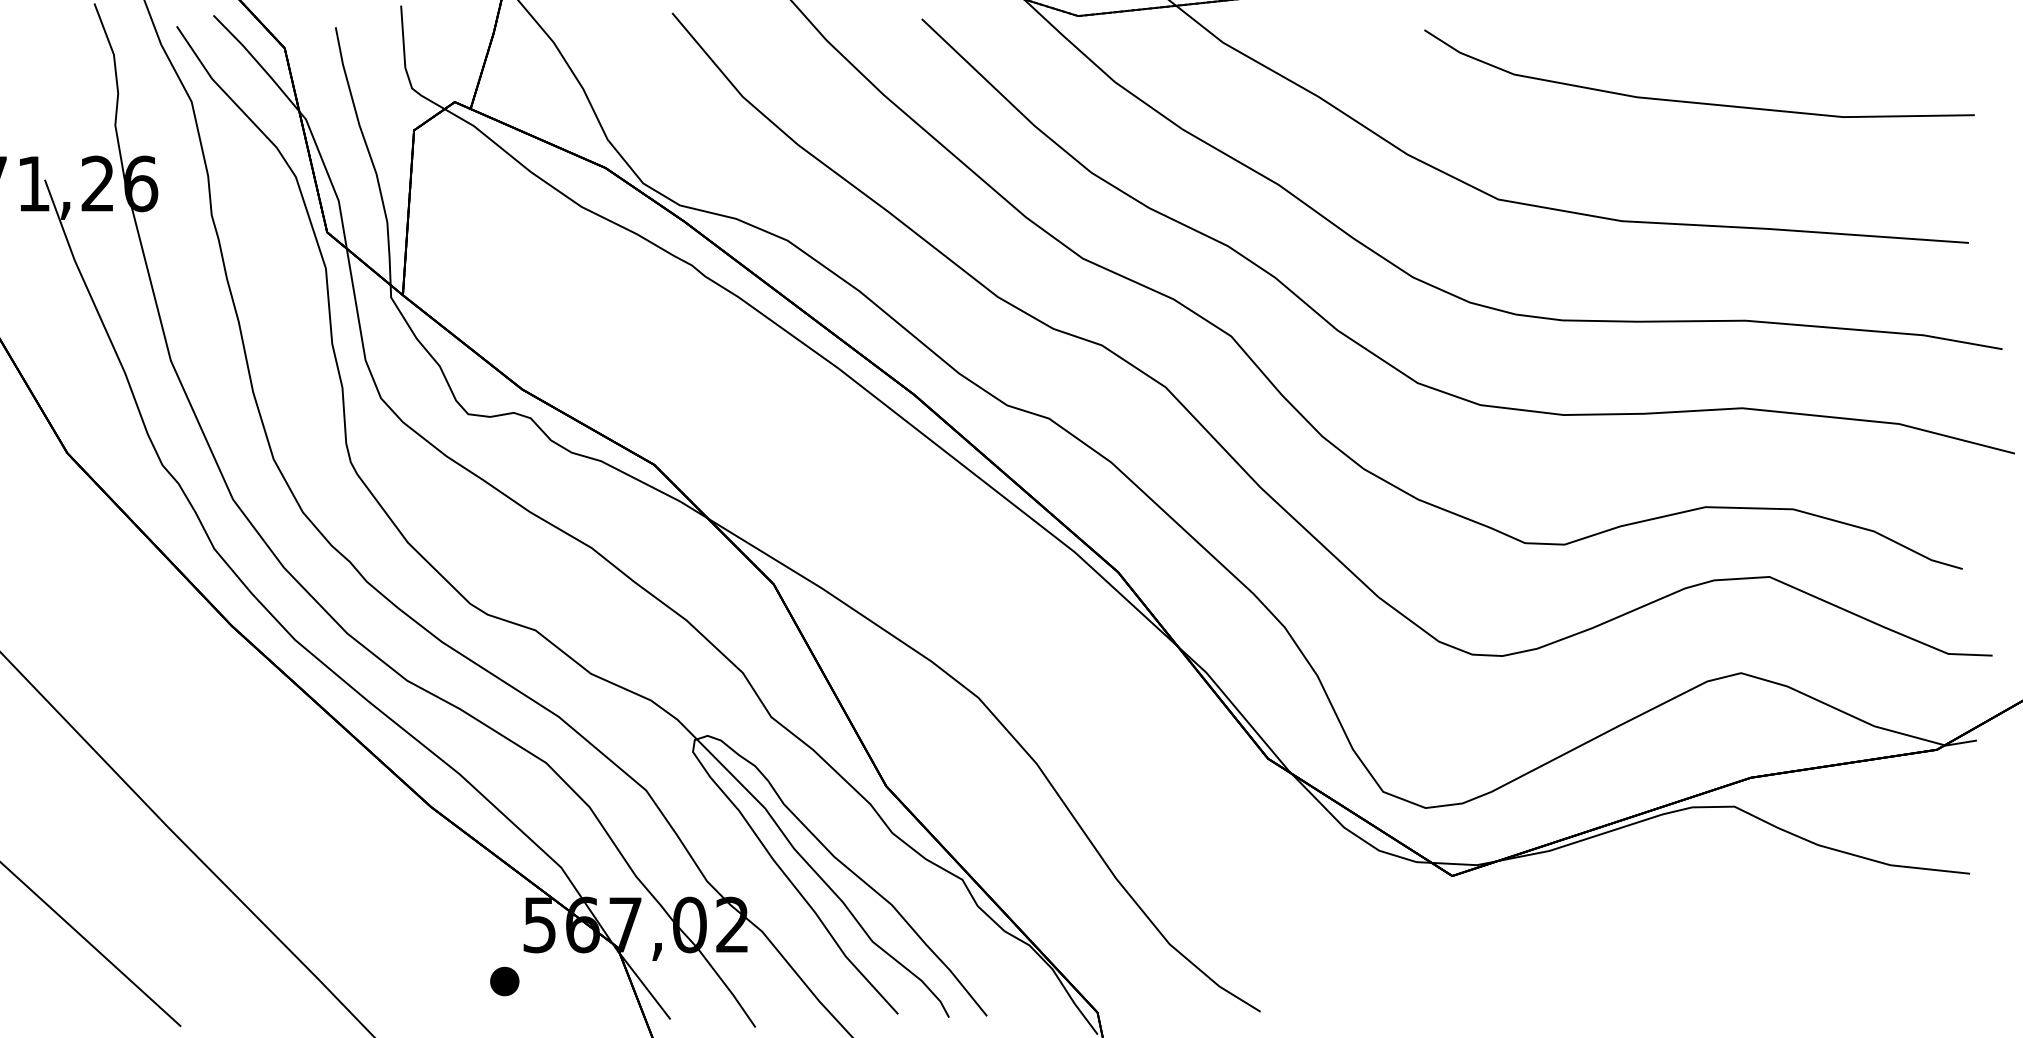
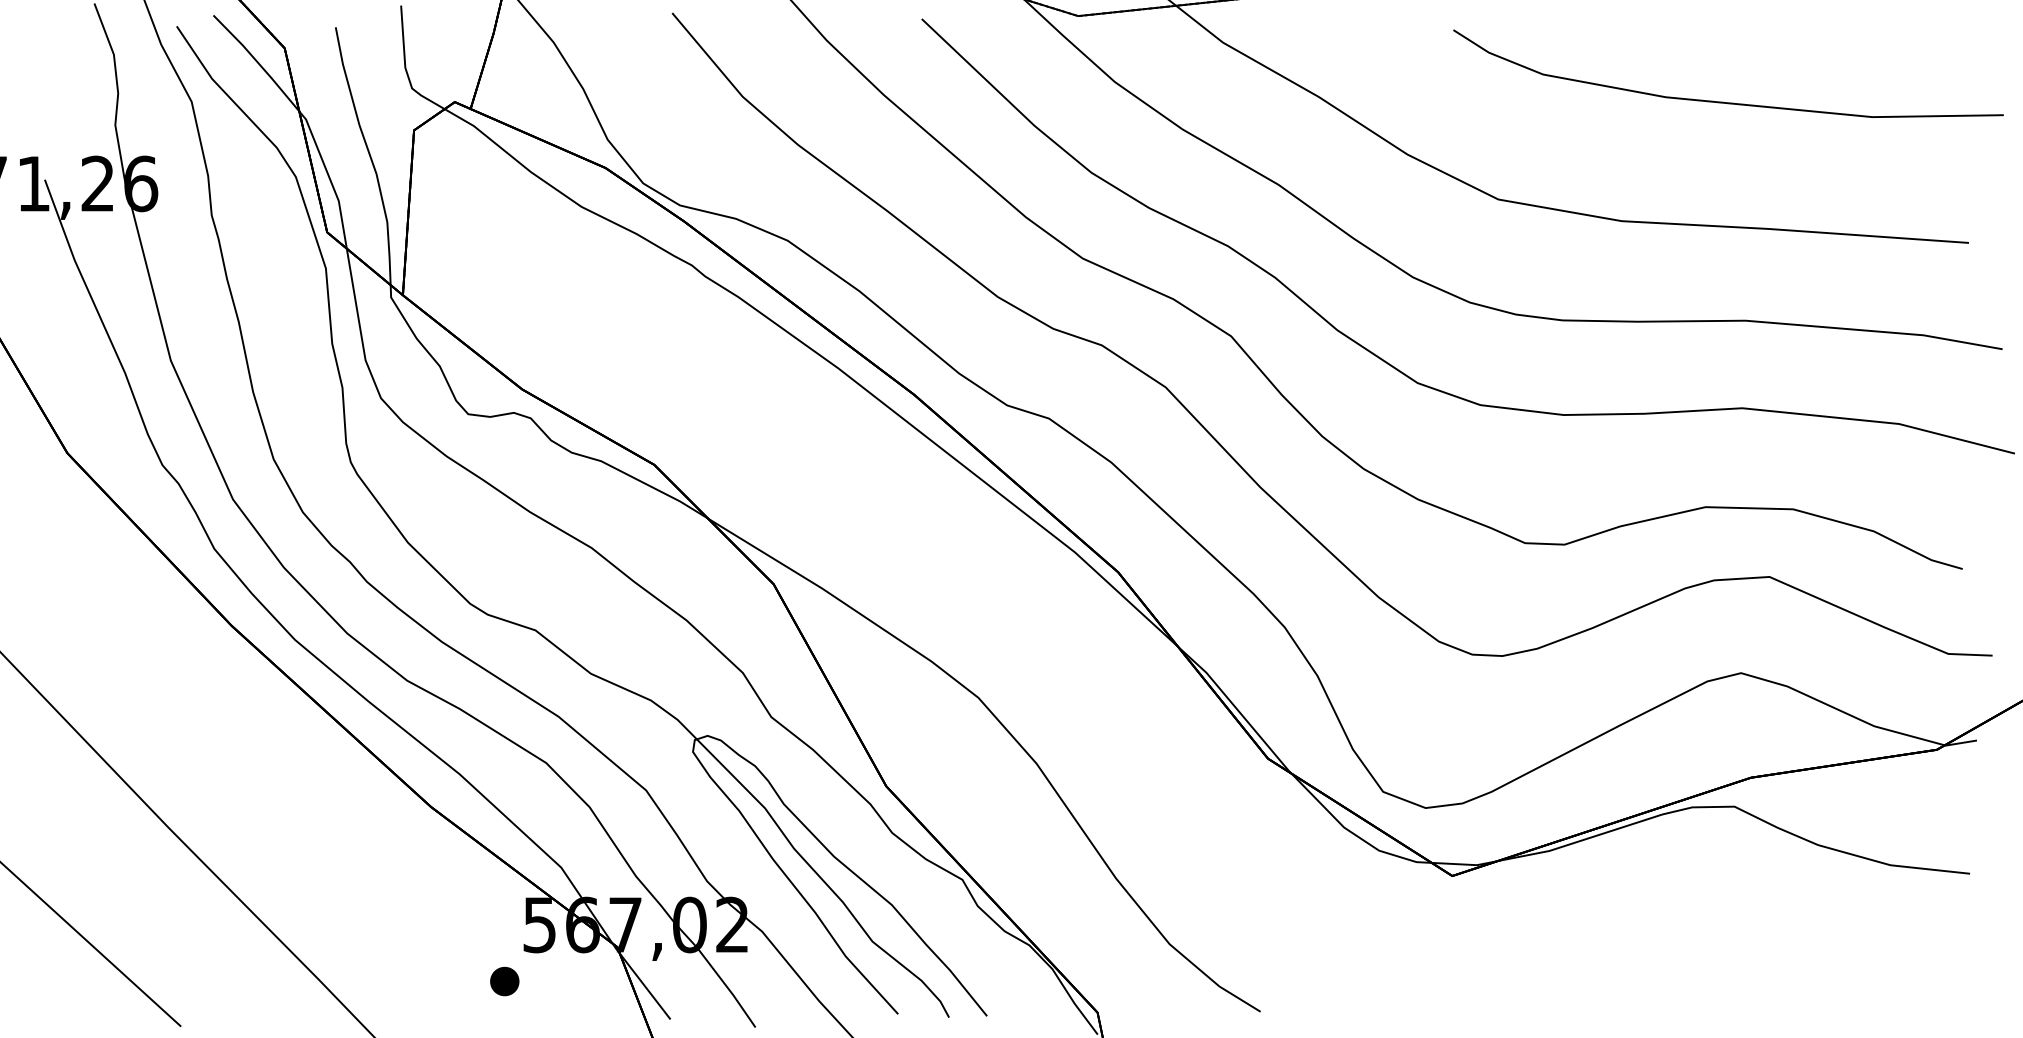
part at (1694, 101) position: (1694, 101) -> (1723, 101)
